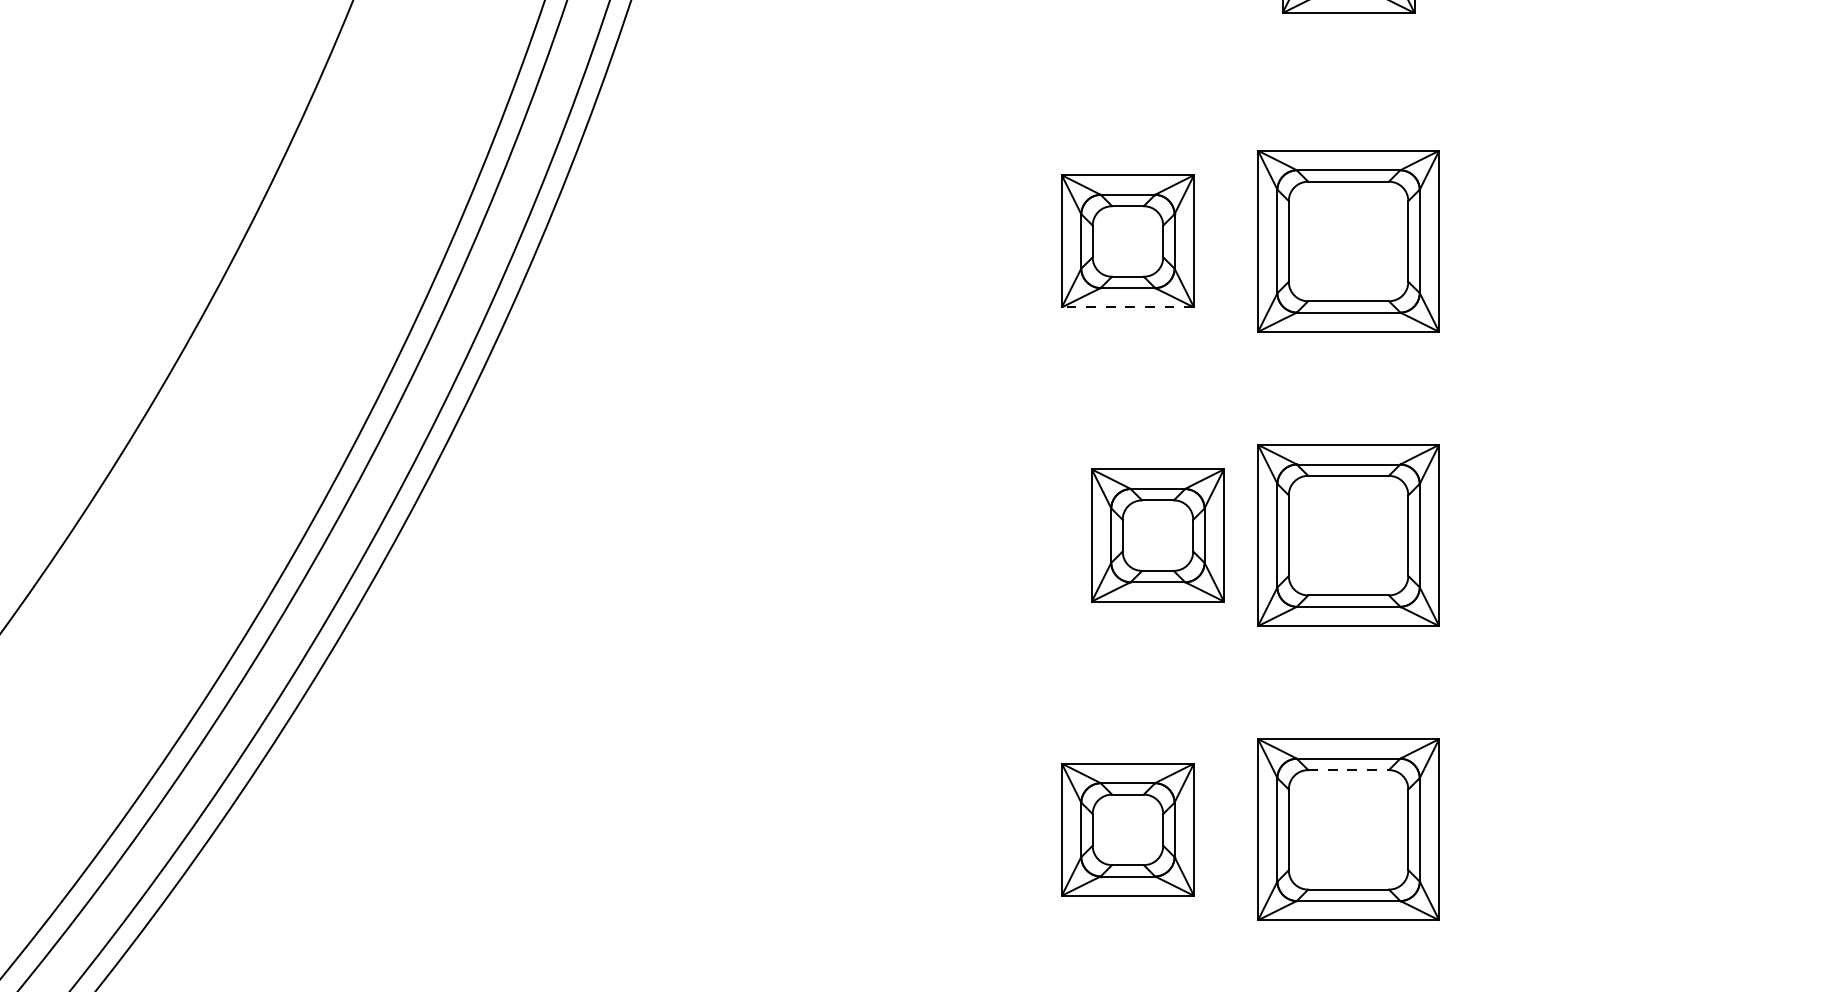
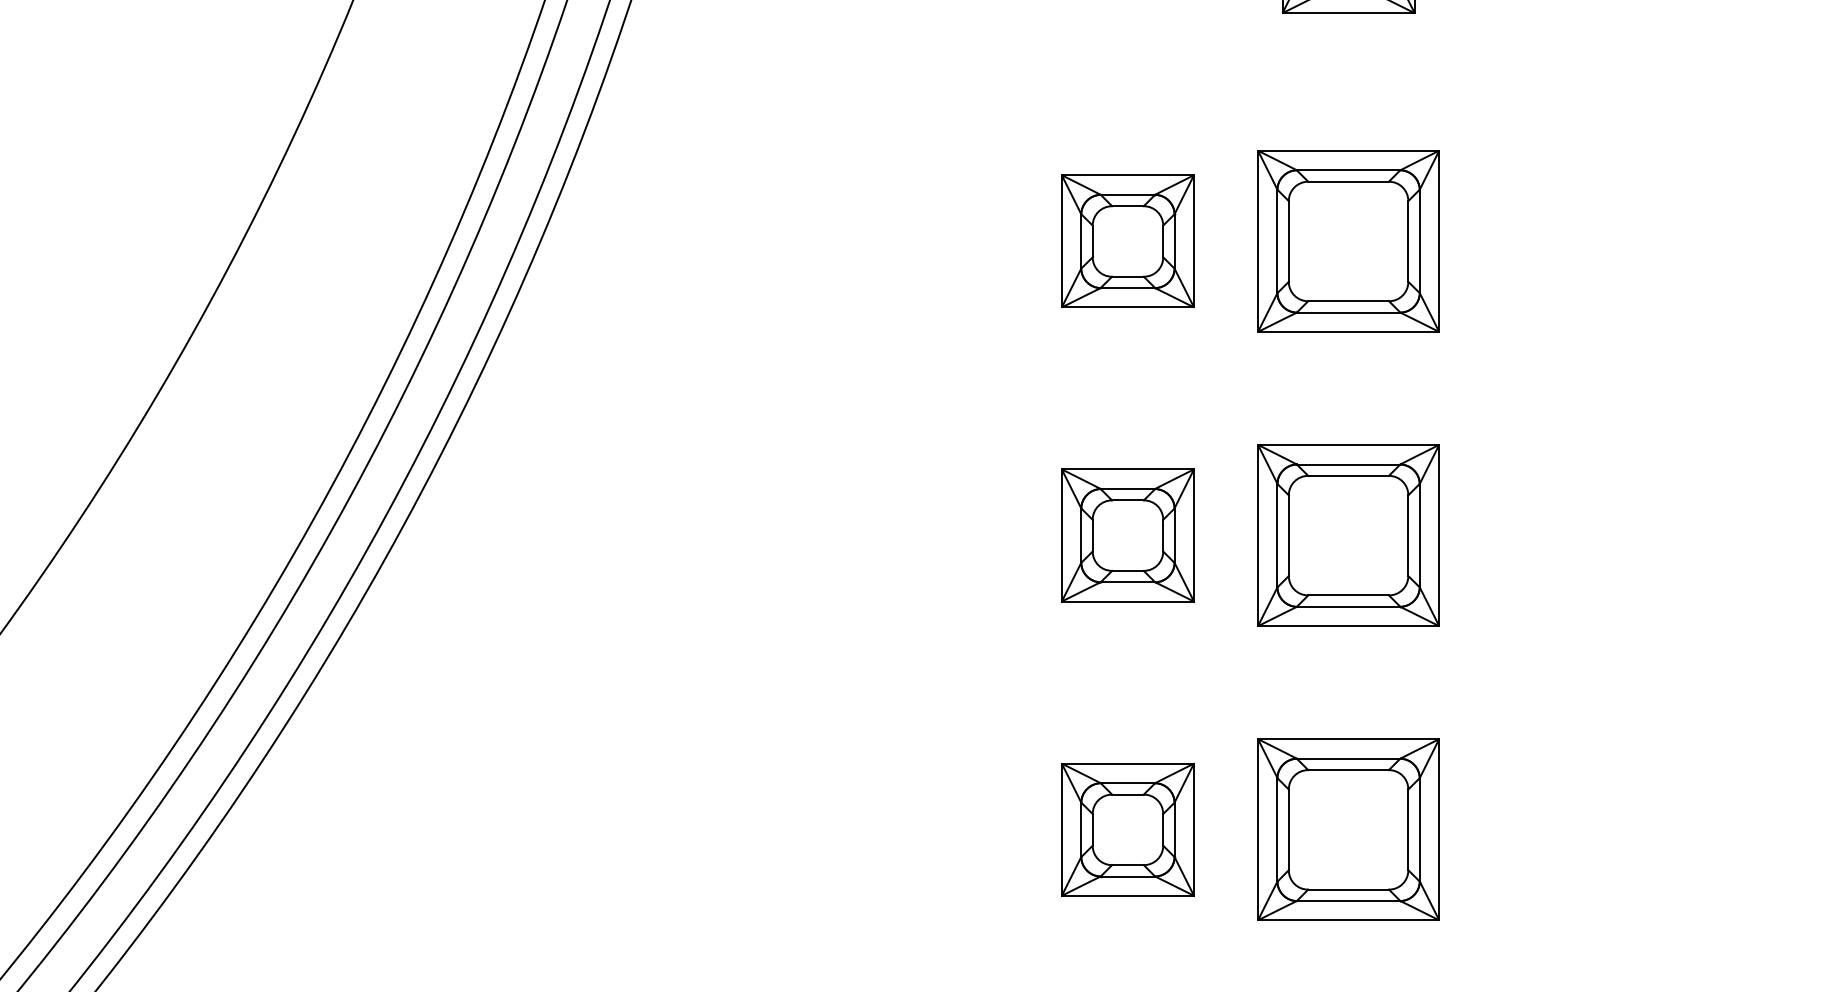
line at (1127, 307): dashed -> solid
part at (1157, 535) position: (1157, 535) -> (1127, 535)
line at (1349, 770): dashed -> solid
